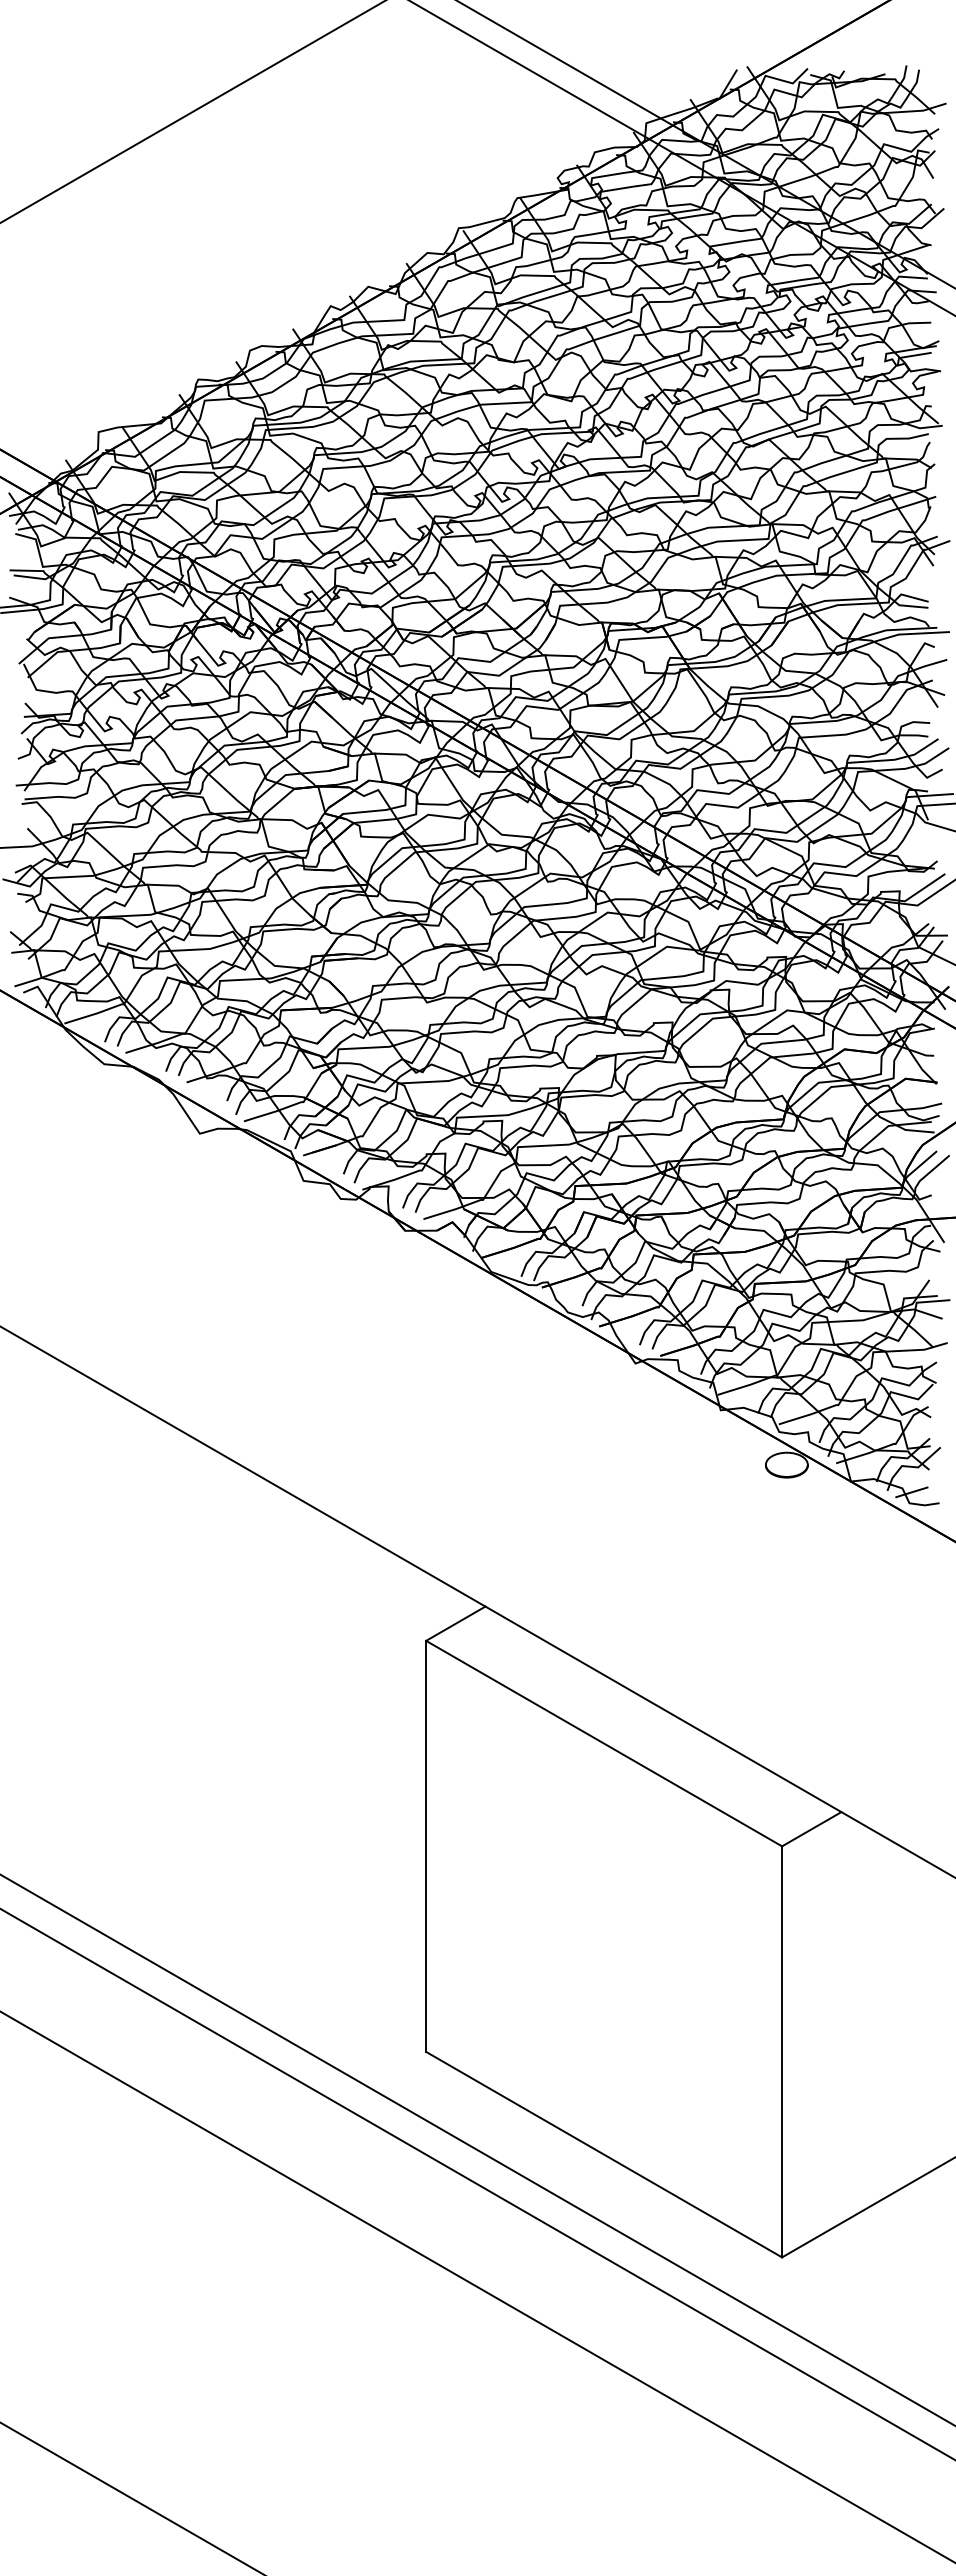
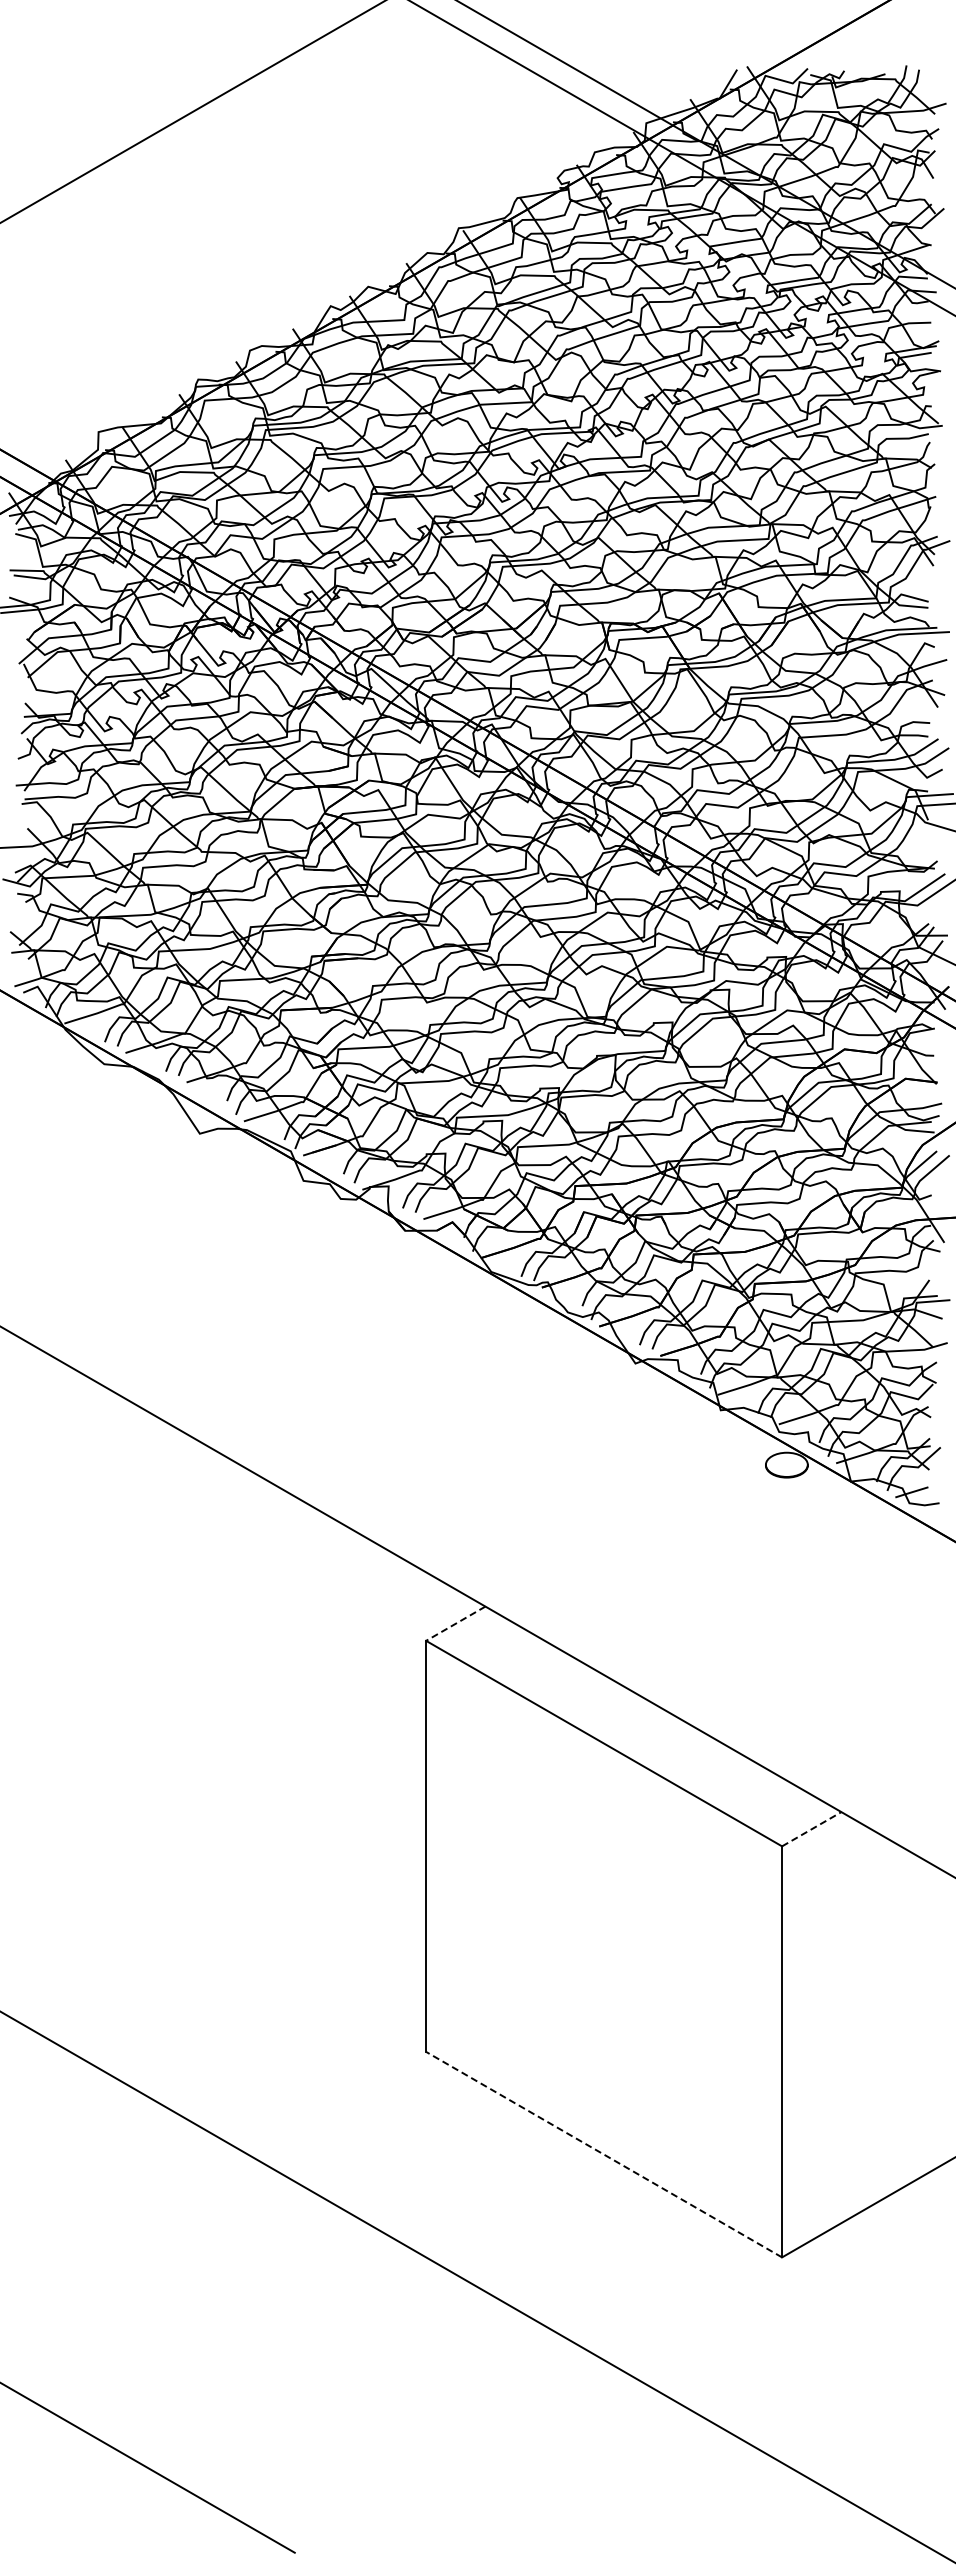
line at (455, 1623): solid -> dashed
line at (812, 1828): solid -> dashed
line at (477, 2149): present -> none
line at (603, 2154): solid -> dashed
line at (477, 2183): present -> none
line at (131, 2497) position: (131, 2497) -> (148, 2467)
